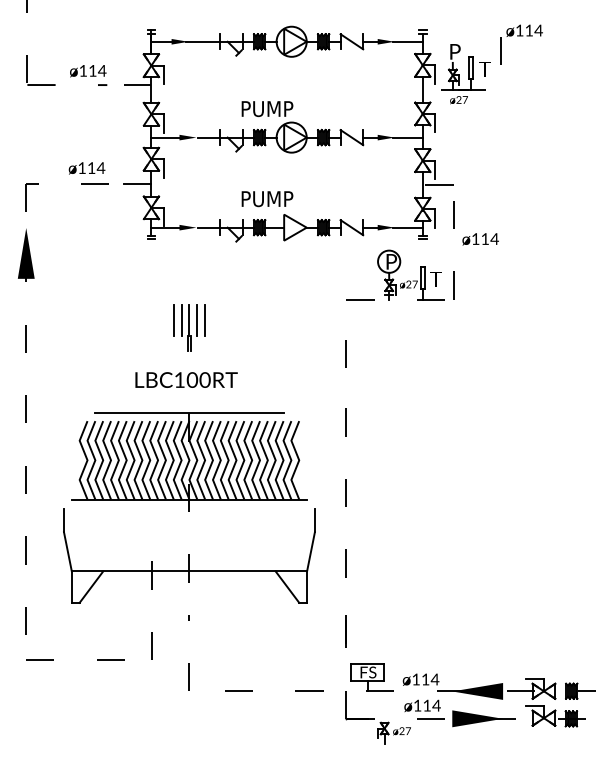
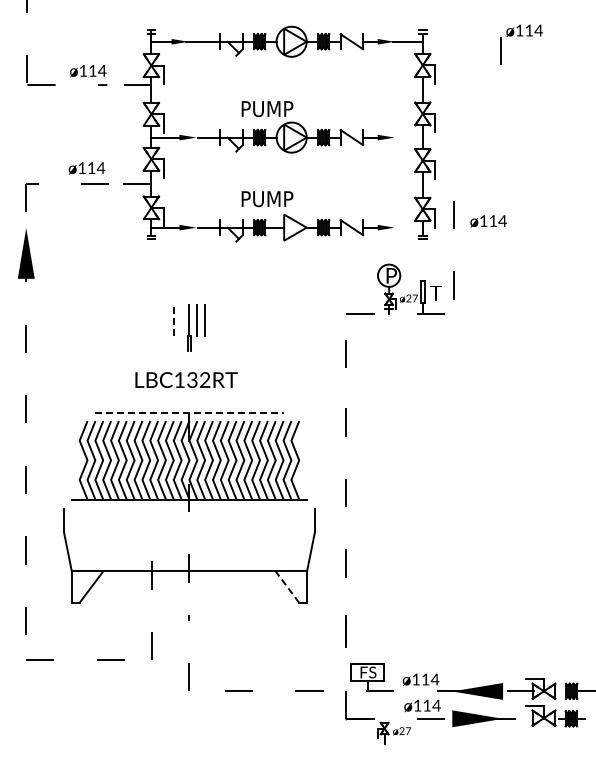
part at (465, 74): present -> none
line at (407, 137): present -> none
line at (437, 184): present -> none
line at (407, 227): present -> none
text at (480, 239) position: (480, 239) -> (488, 221)
part at (395, 274) position: (395, 274) -> (395, 288)
line at (173, 320): solid -> dashed
line at (181, 320): present -> none
text at (198, 379): LBC100RT -> LBC132RT
line at (189, 413): solid -> dashed
line at (287, 587): solid -> dashed
